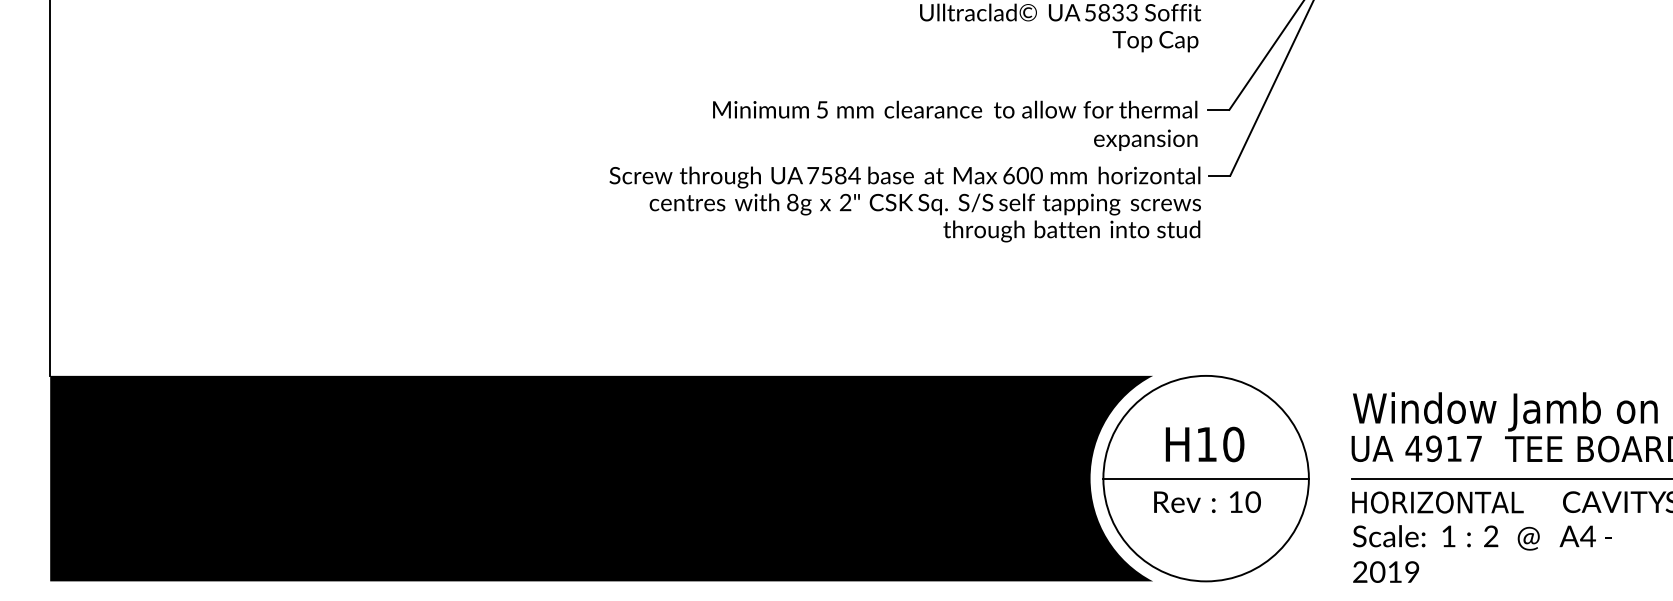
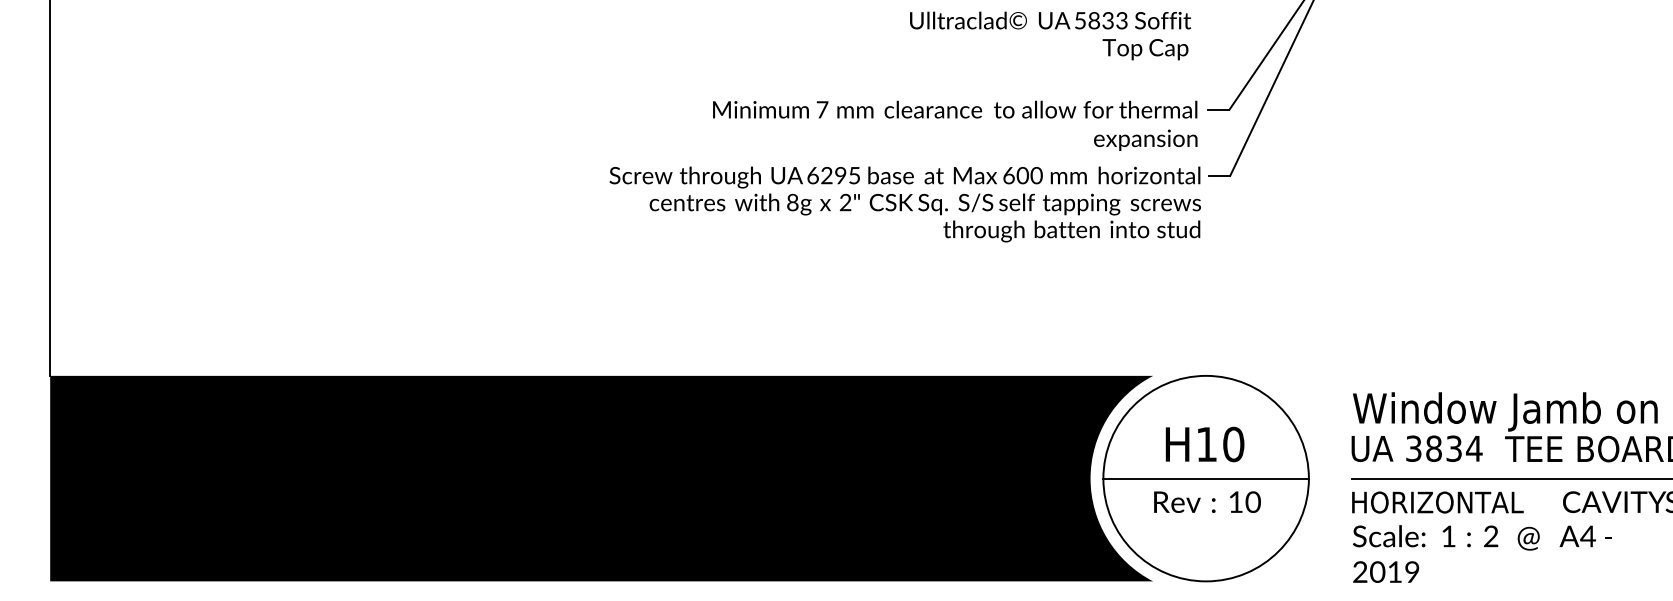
text at (1060, 27) position: (1060, 27) -> (1050, 35)
text at (822, 109): 5 -> 7
text at (833, 175): 7584 -> 6295
text at (1443, 448): 4917 -> 3834
